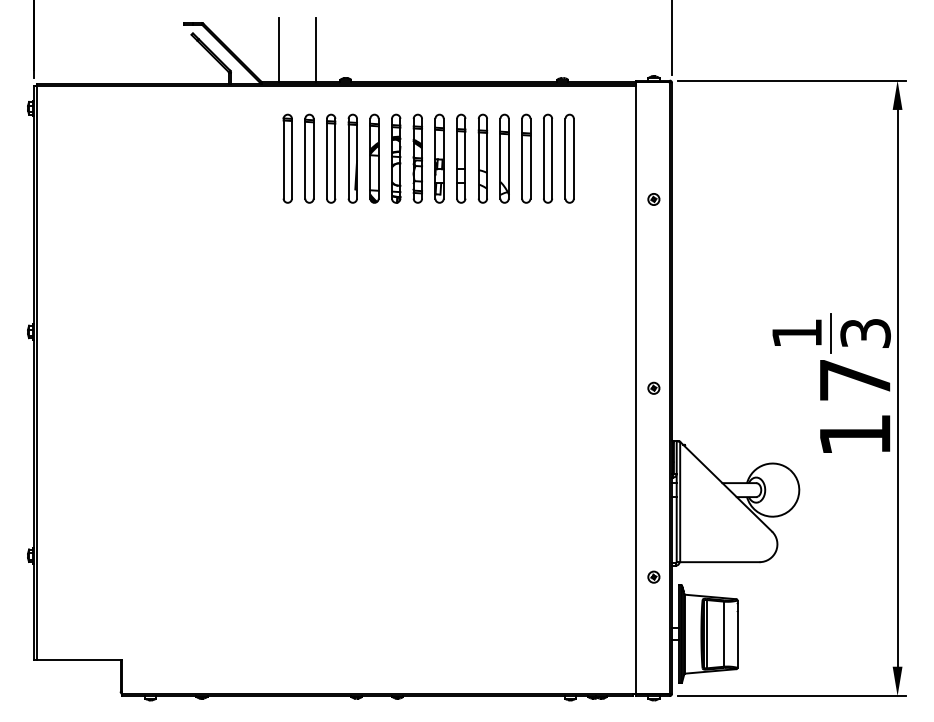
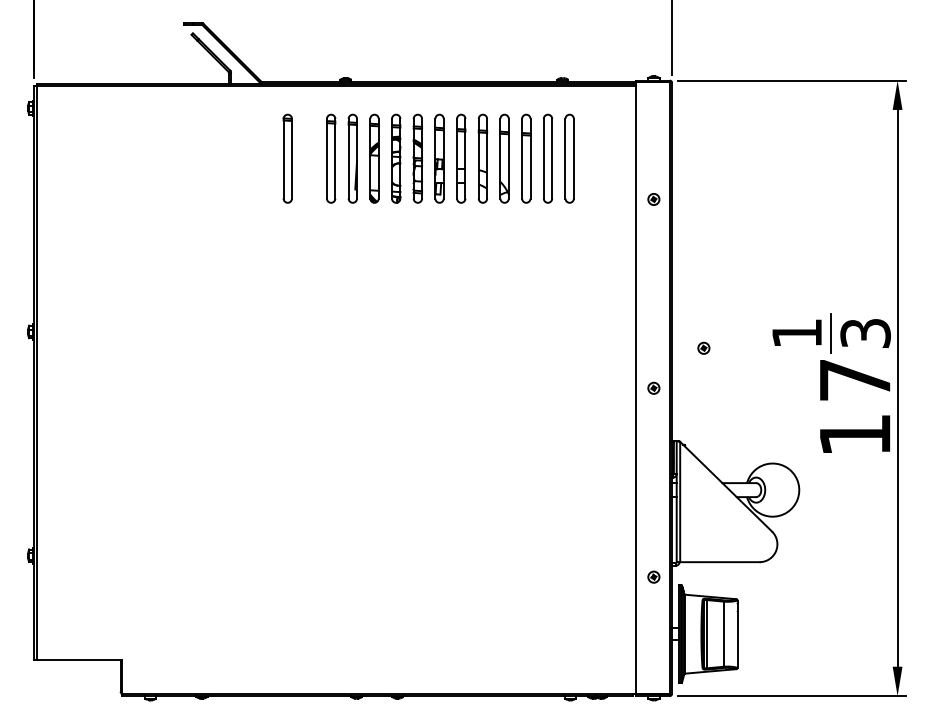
line at (278, 49): present -> none
line at (315, 49): present -> none
part at (309, 158): present -> none
part at (703, 347): none -> present
